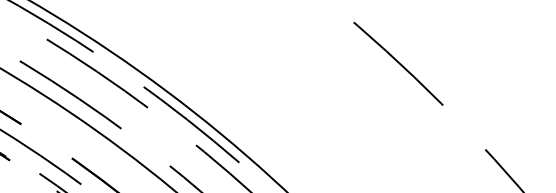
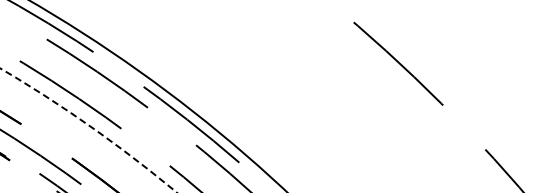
circle at (88, 130): solid -> dashed
